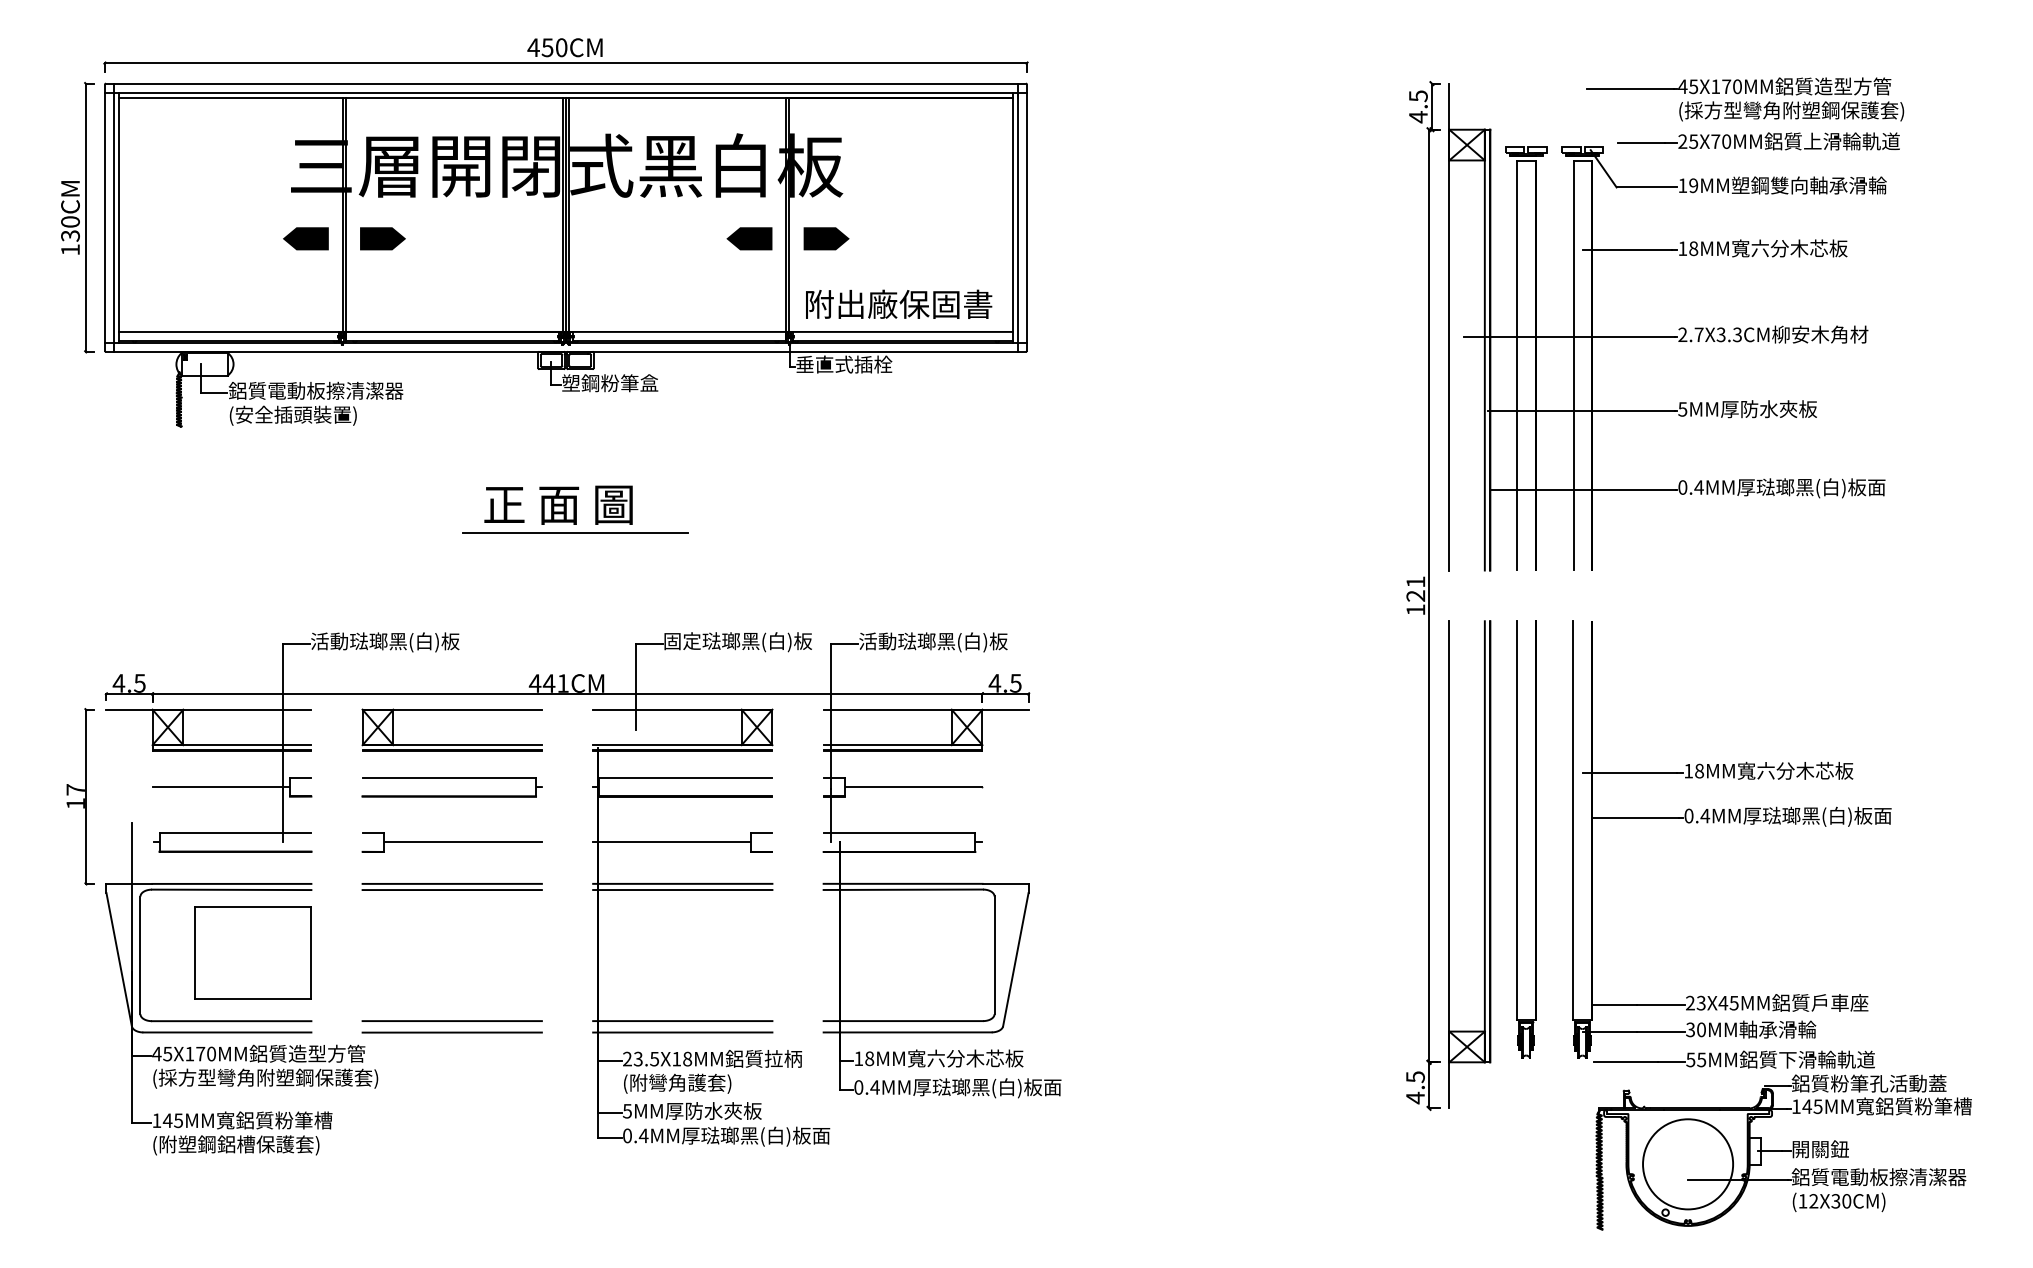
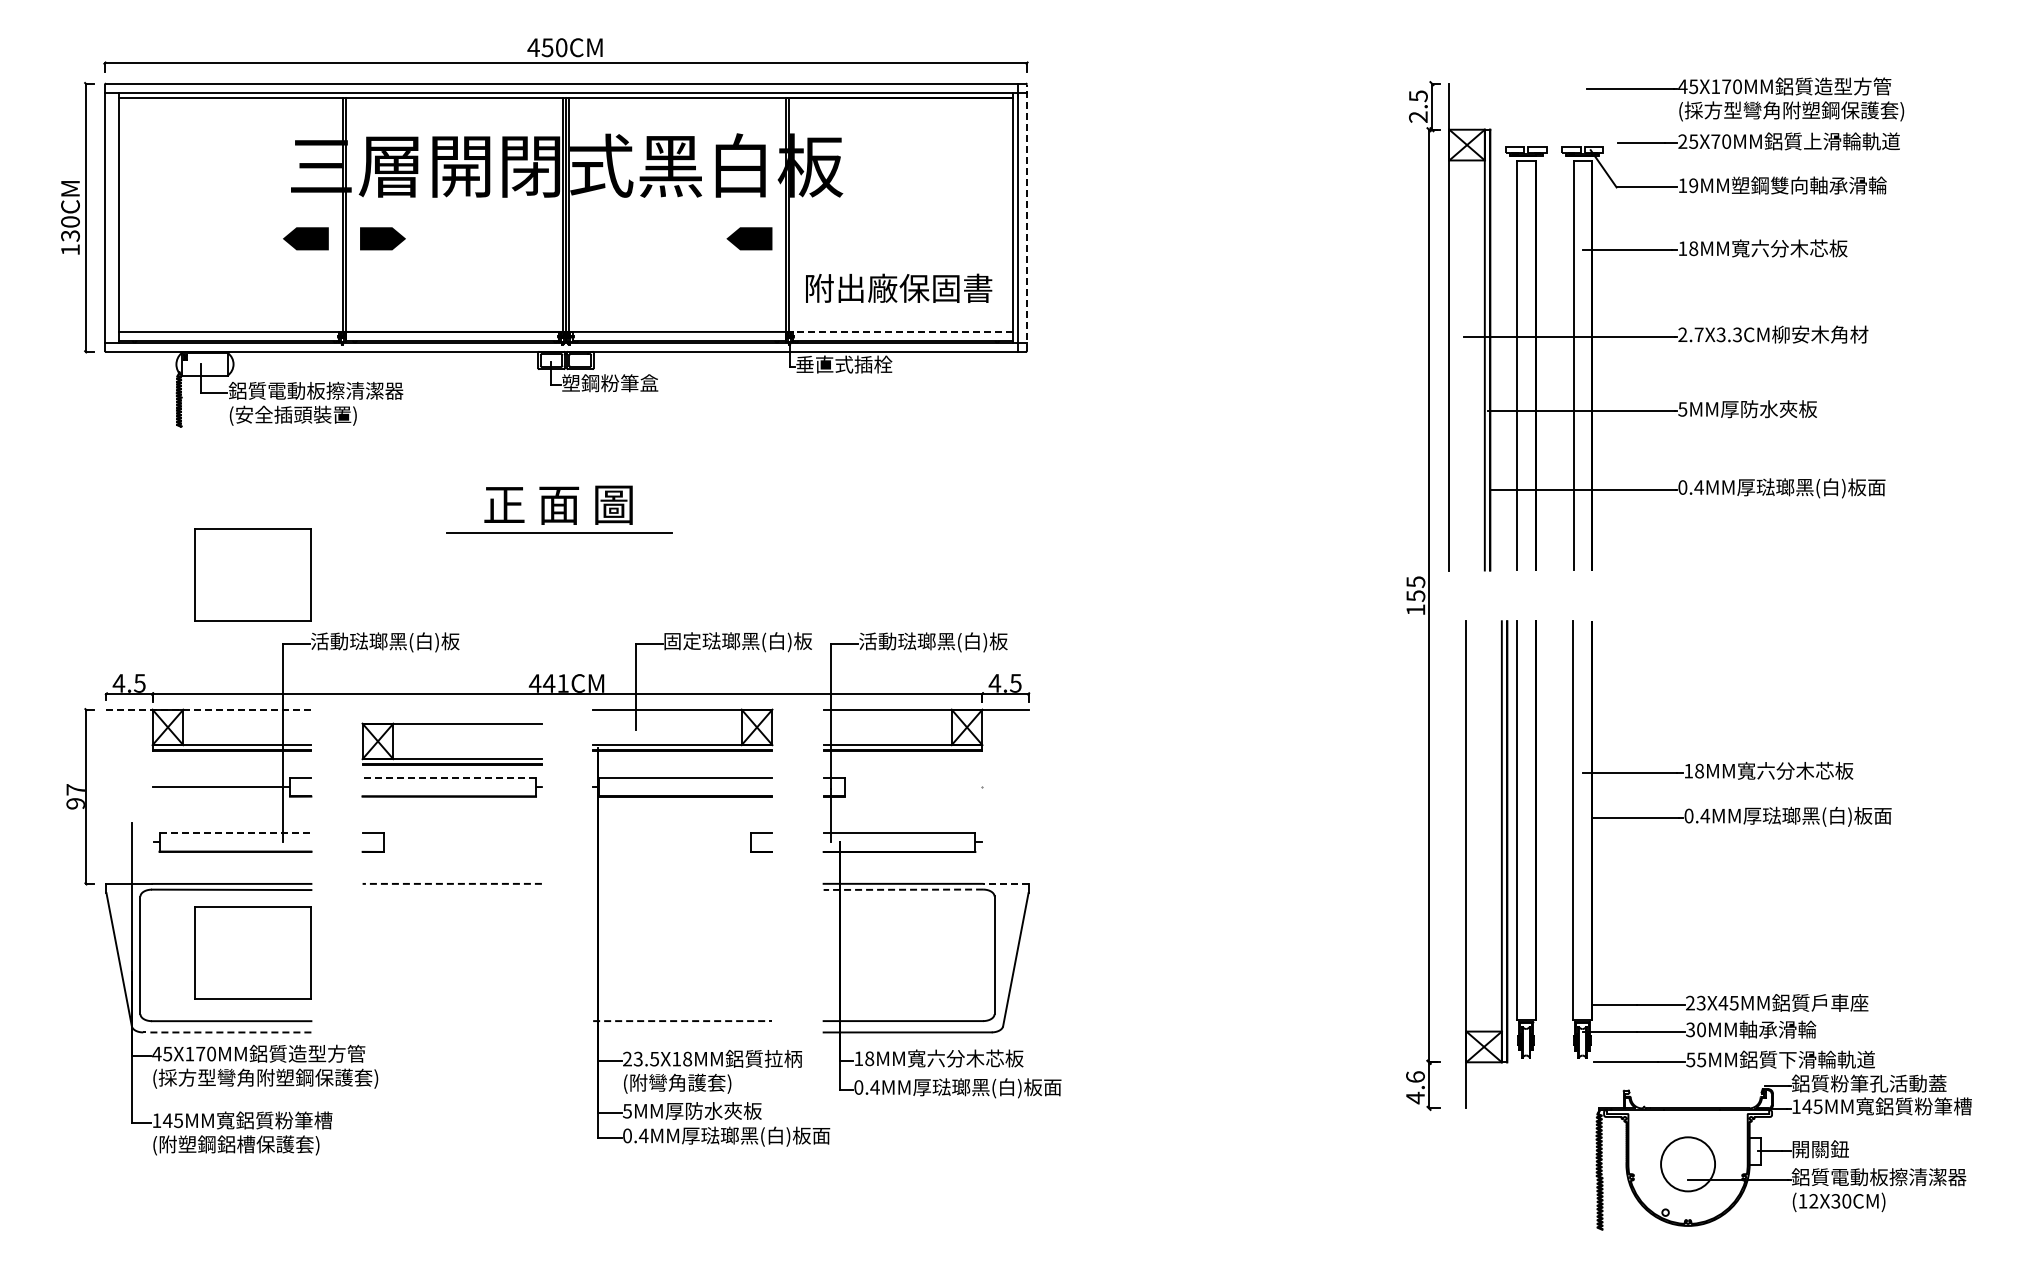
text at (1418, 117): 4.5 -> 2.5
line at (114, 217): present -> none
line at (1027, 217): solid -> dashed
line at (826, 238): present -> none
text at (899, 303) position: (899, 303) -> (899, 287)
line at (899, 331): solid -> dashed
line at (575, 532) position: (575, 532) -> (559, 532)
part at (252, 574): none -> present
text at (1415, 588): 121 -> 155
line at (209, 709): solid -> dashed
part at (451, 744) position: (451, 744) -> (451, 758)
line at (449, 777): solid -> dashed
line at (914, 787): present -> none
text at (75, 803): 17 -> 97
line at (235, 833): solid -> dashed
line at (463, 842): present -> none
line at (671, 842): present -> none
part at (1484, 864) position: (1484, 864) -> (1501, 864)
line at (452, 883): solid -> dashed
line at (682, 883): present -> none
line at (1005, 883): solid -> dashed
line at (682, 889): present -> none
line at (903, 889): solid -> dashed
line at (451, 890): present -> none
line at (451, 1021): present -> none
line at (682, 1021): solid -> dashed
line at (226, 1032): solid -> dashed
line at (451, 1032): present -> none
line at (682, 1032): present -> none
text at (1415, 1077): 4.5 -> 4.6
circle at (1688, 1164) diameter: 90 px -> 54 px
